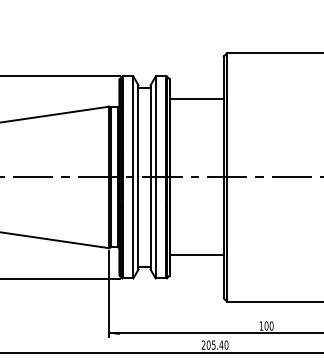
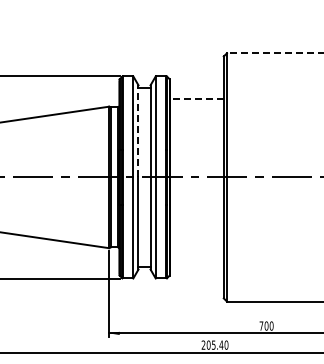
line at (274, 53): solid -> dashed
line at (196, 99): solid -> dashed
line at (138, 130): solid -> dashed
line at (196, 255): present -> none
text at (261, 325): 100 -> 700
